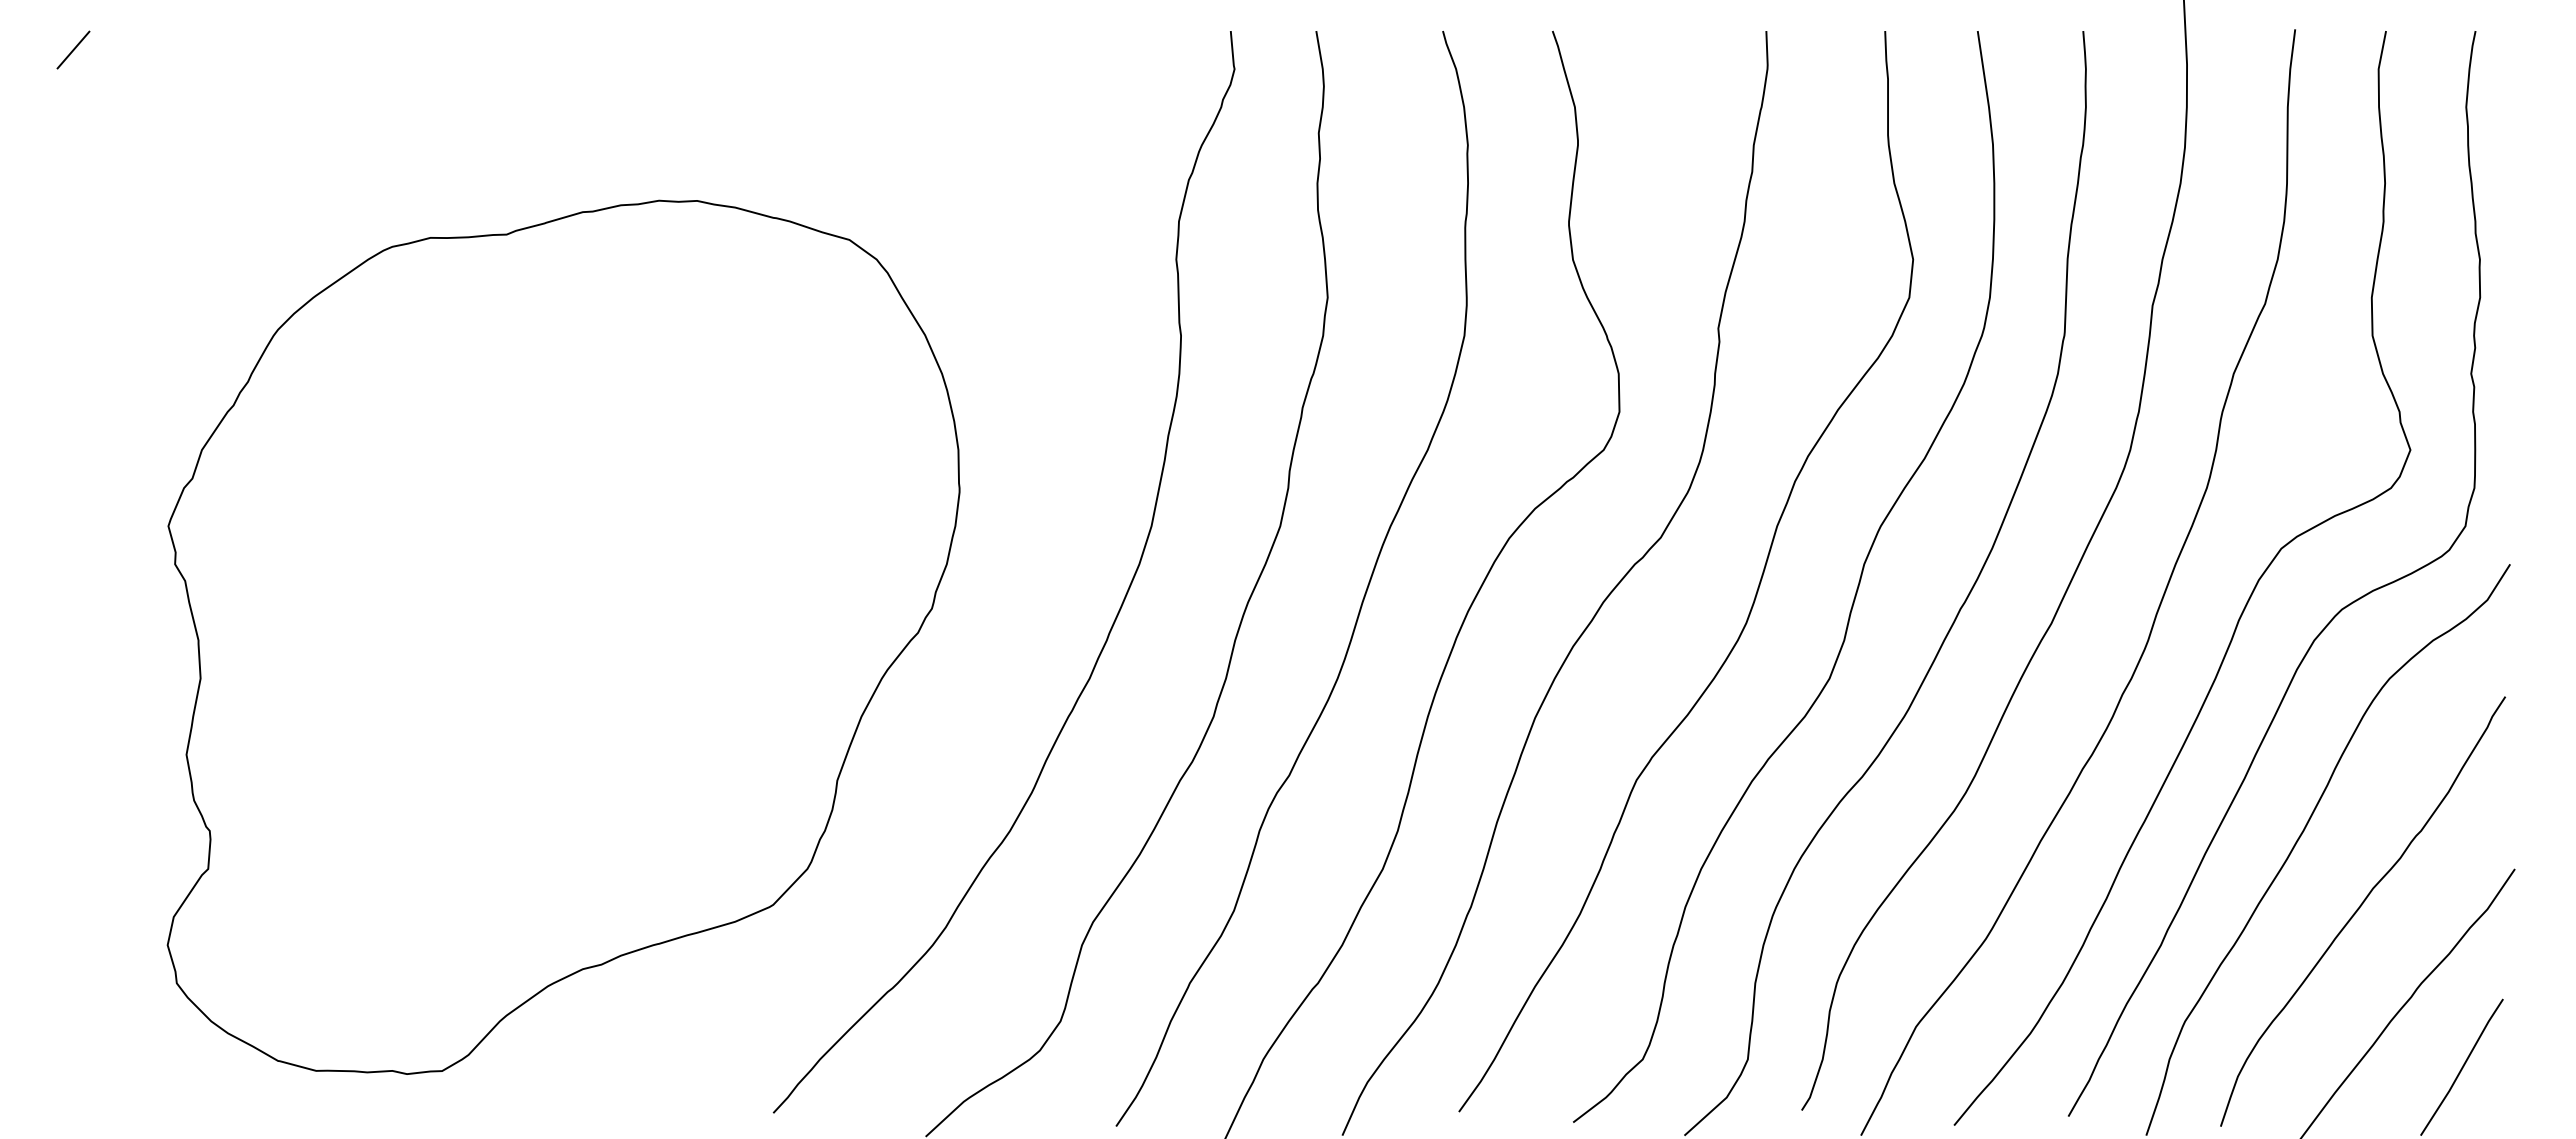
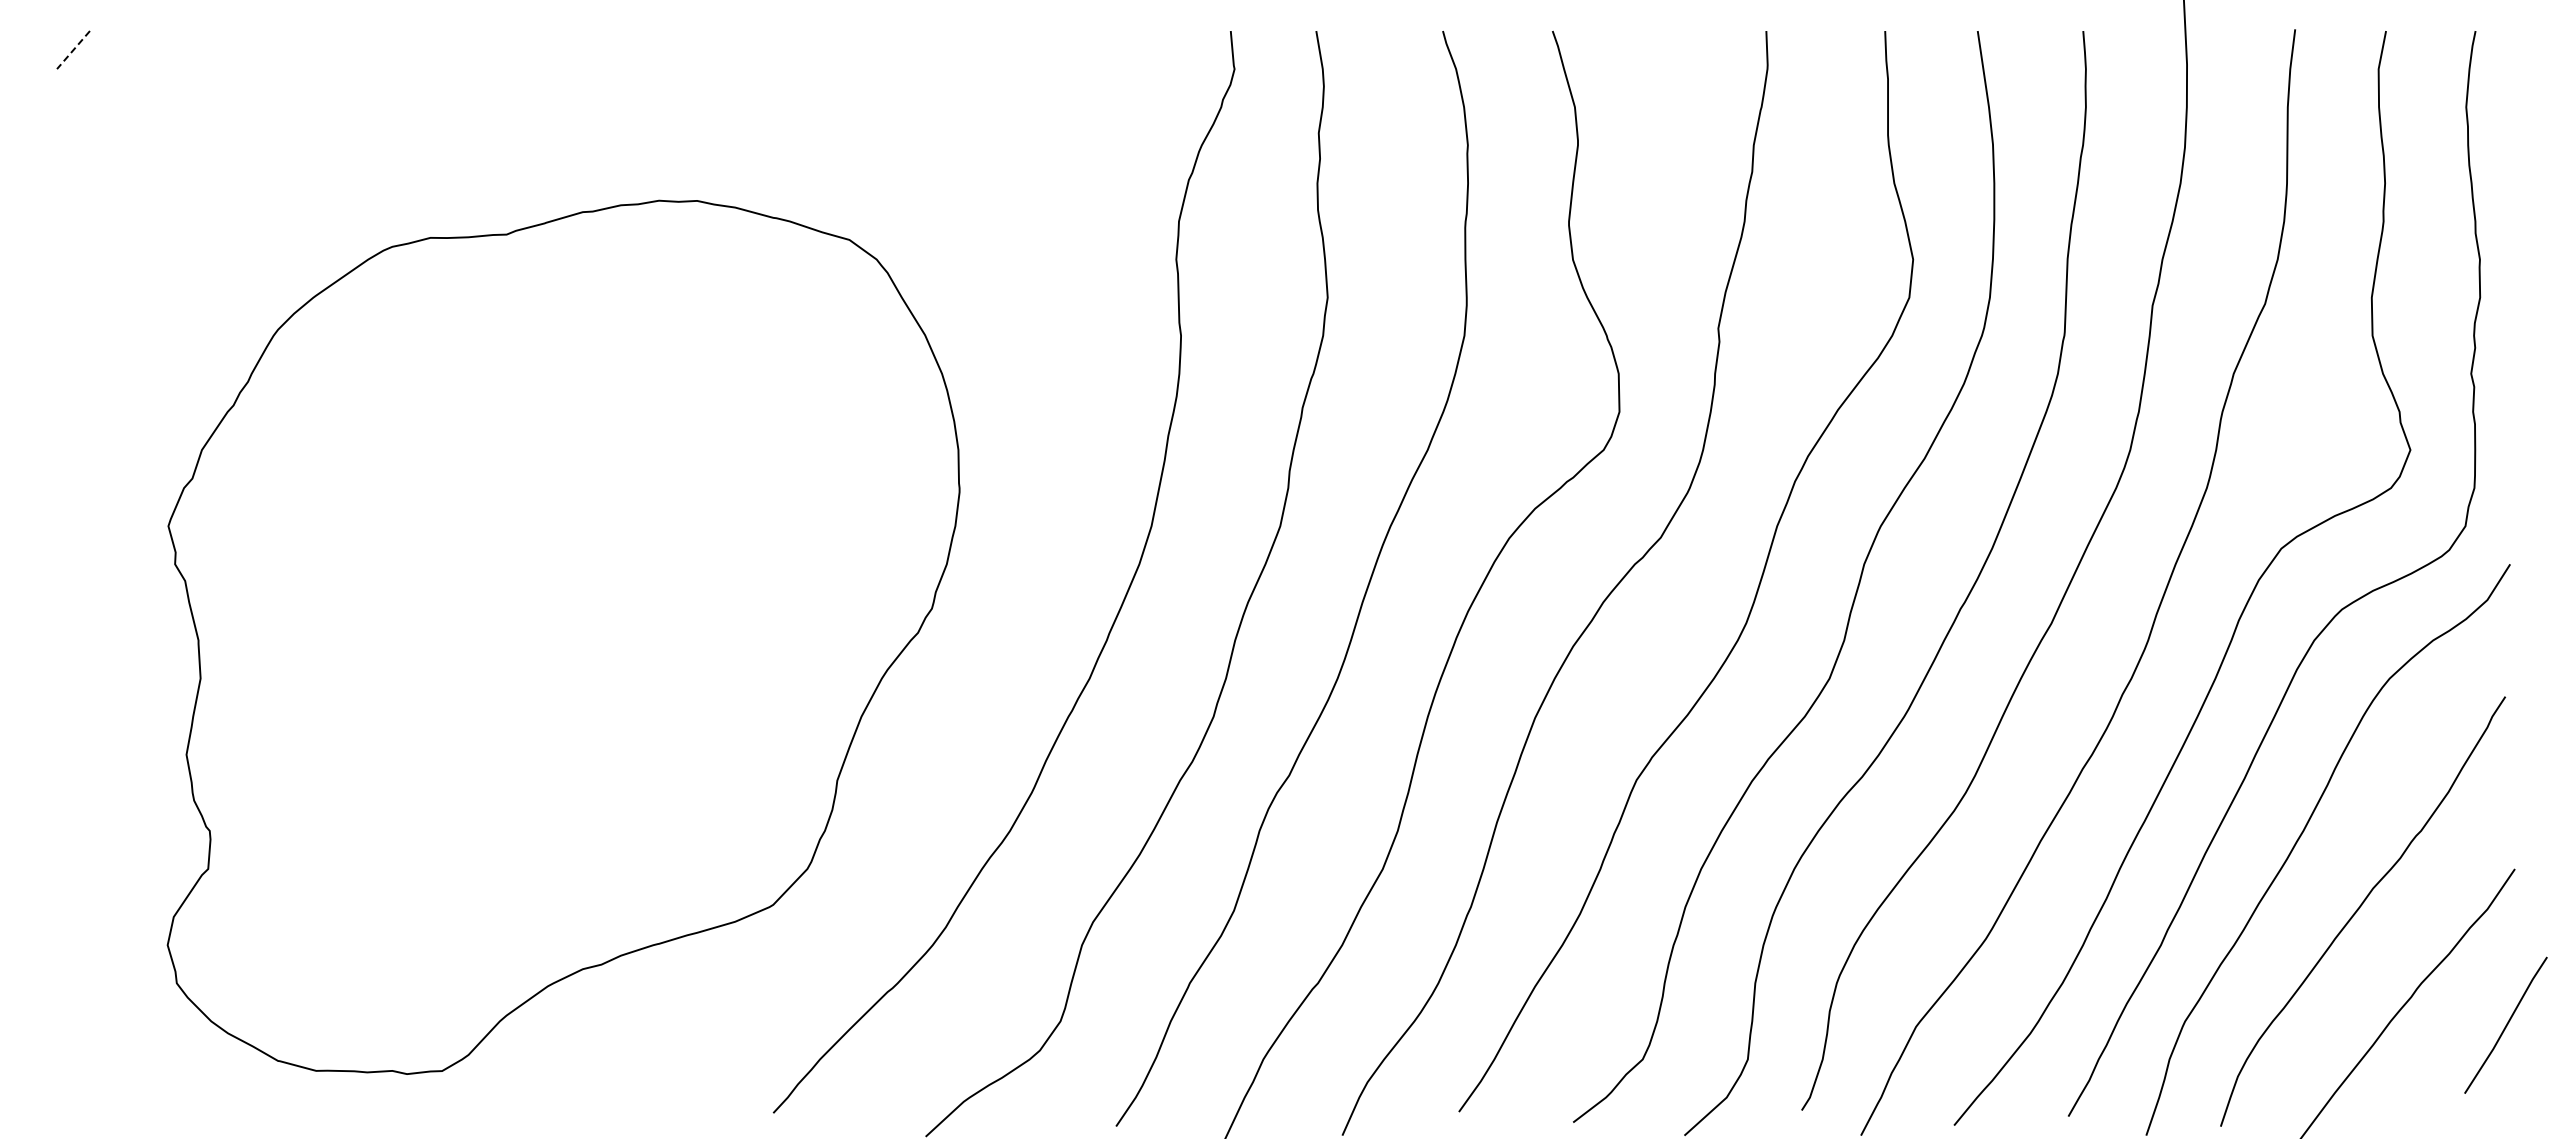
line at (73, 50): solid -> dashed
line at (2462, 1066) position: (2462, 1066) -> (2506, 1024)
